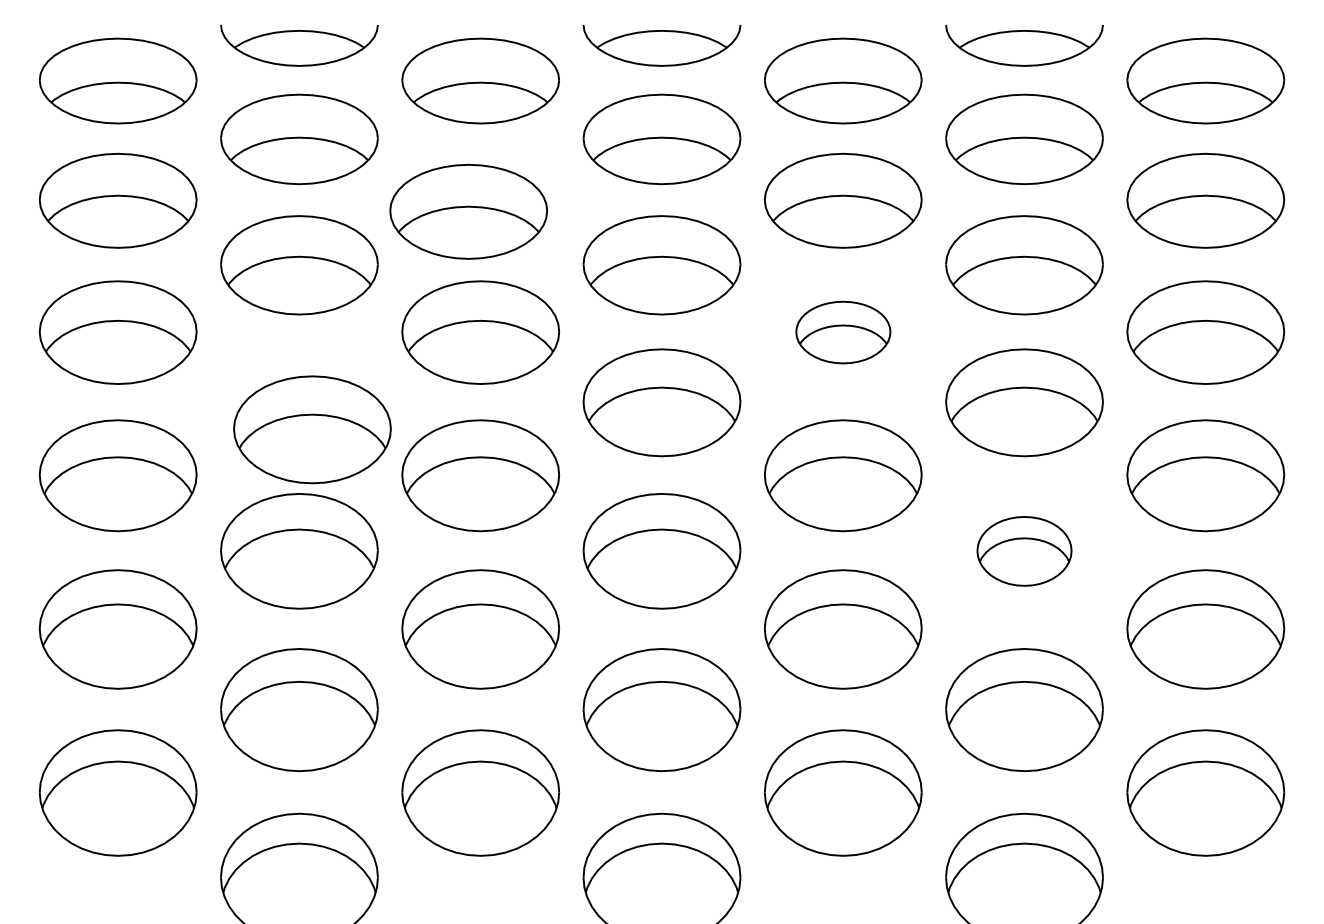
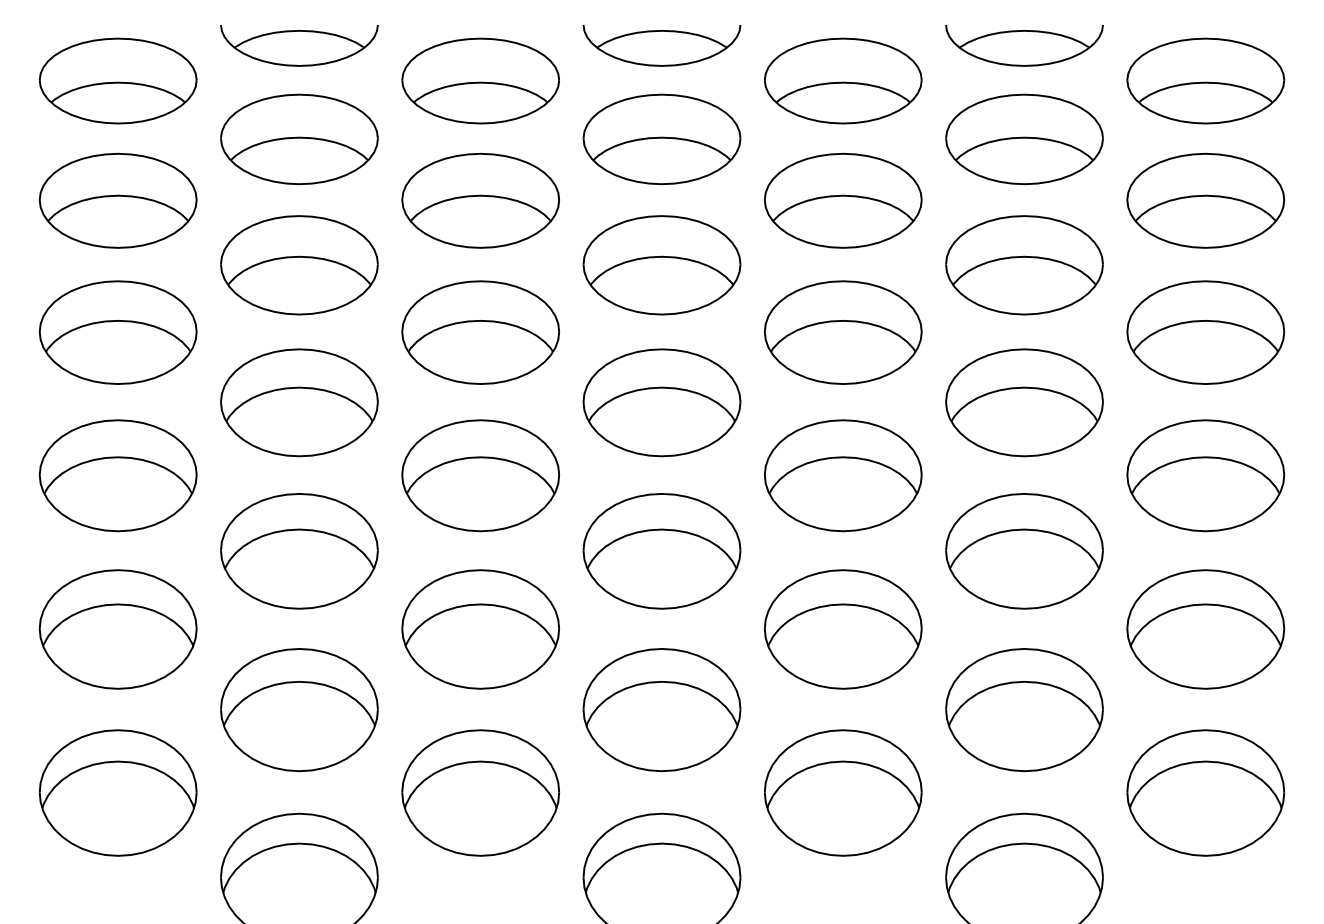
part at (468, 211) position: (468, 211) -> (480, 200)
part at (843, 332) size: 97x65 px -> 159x105 px
part at (312, 429) position: (312, 429) -> (299, 402)
part at (1024, 551) size: 97x71 px -> 159x117 px
